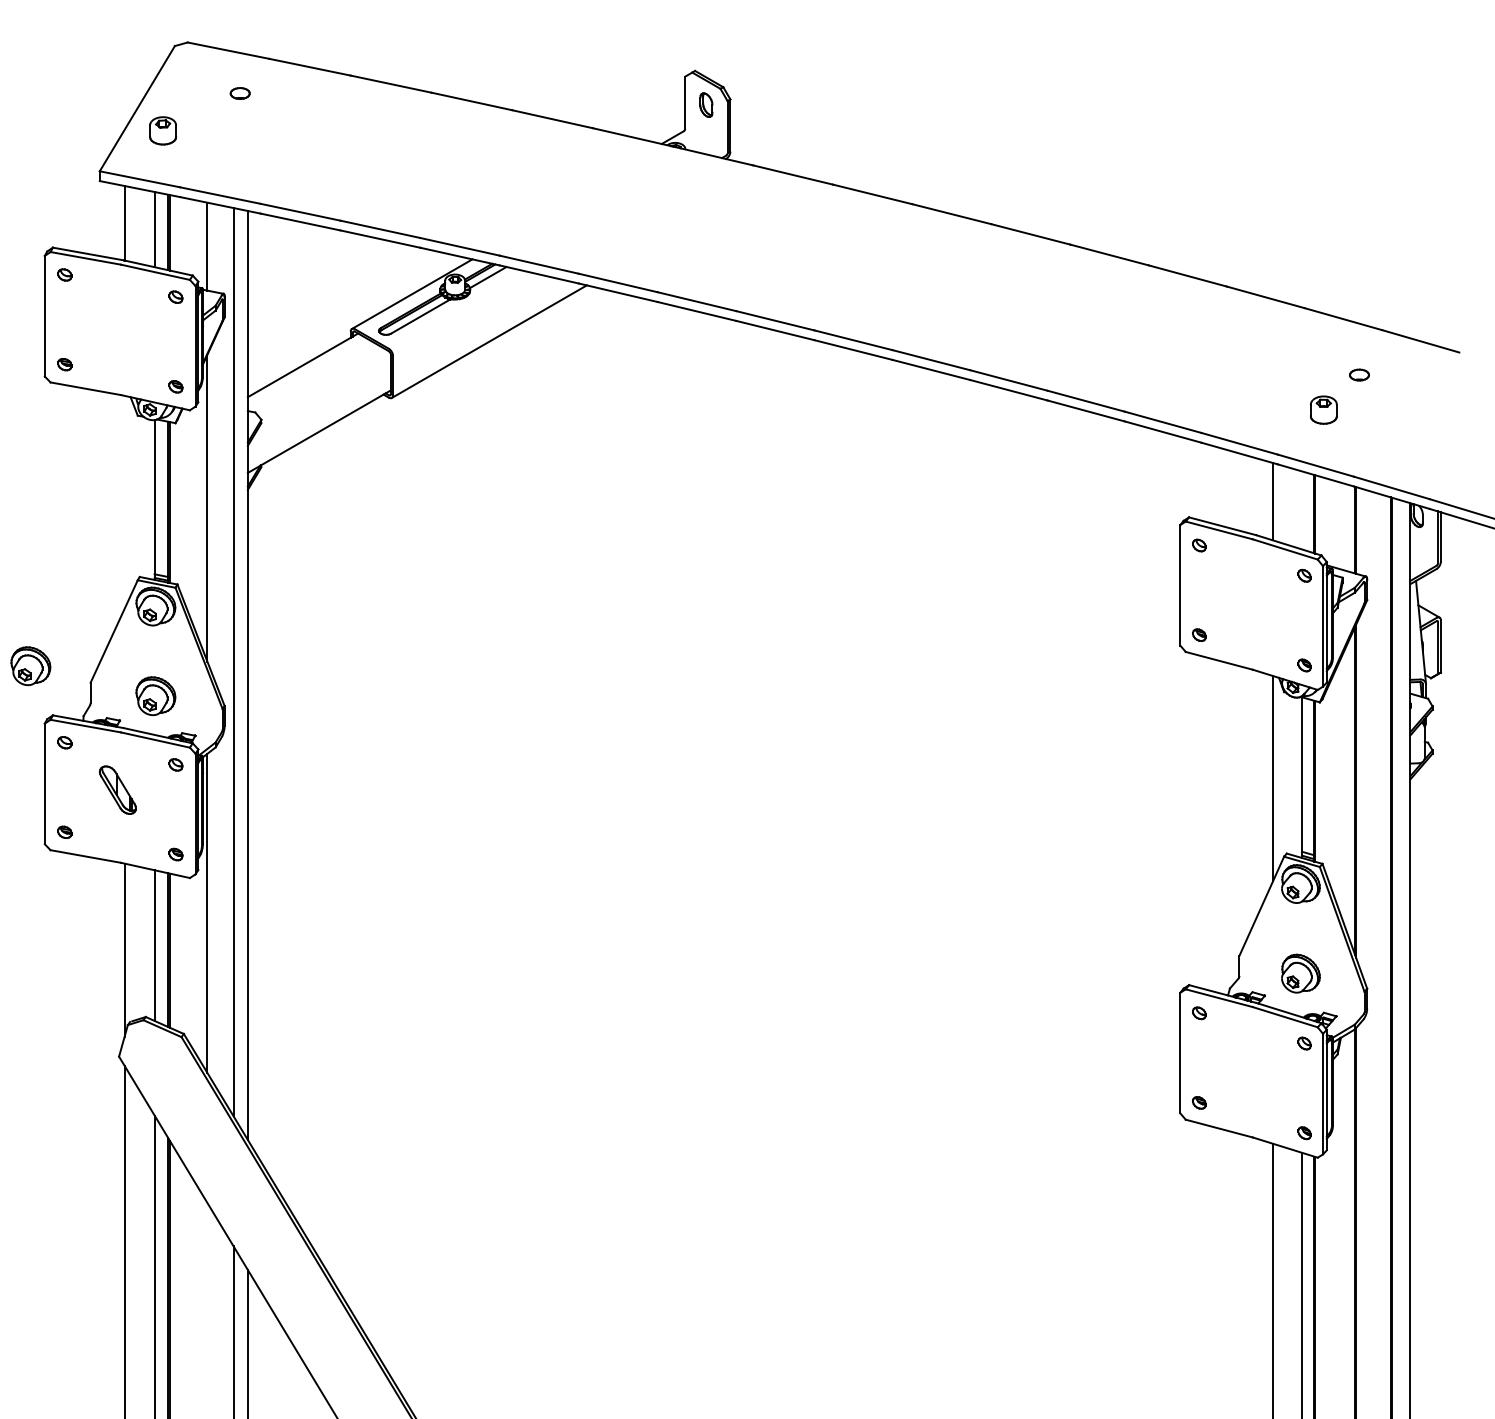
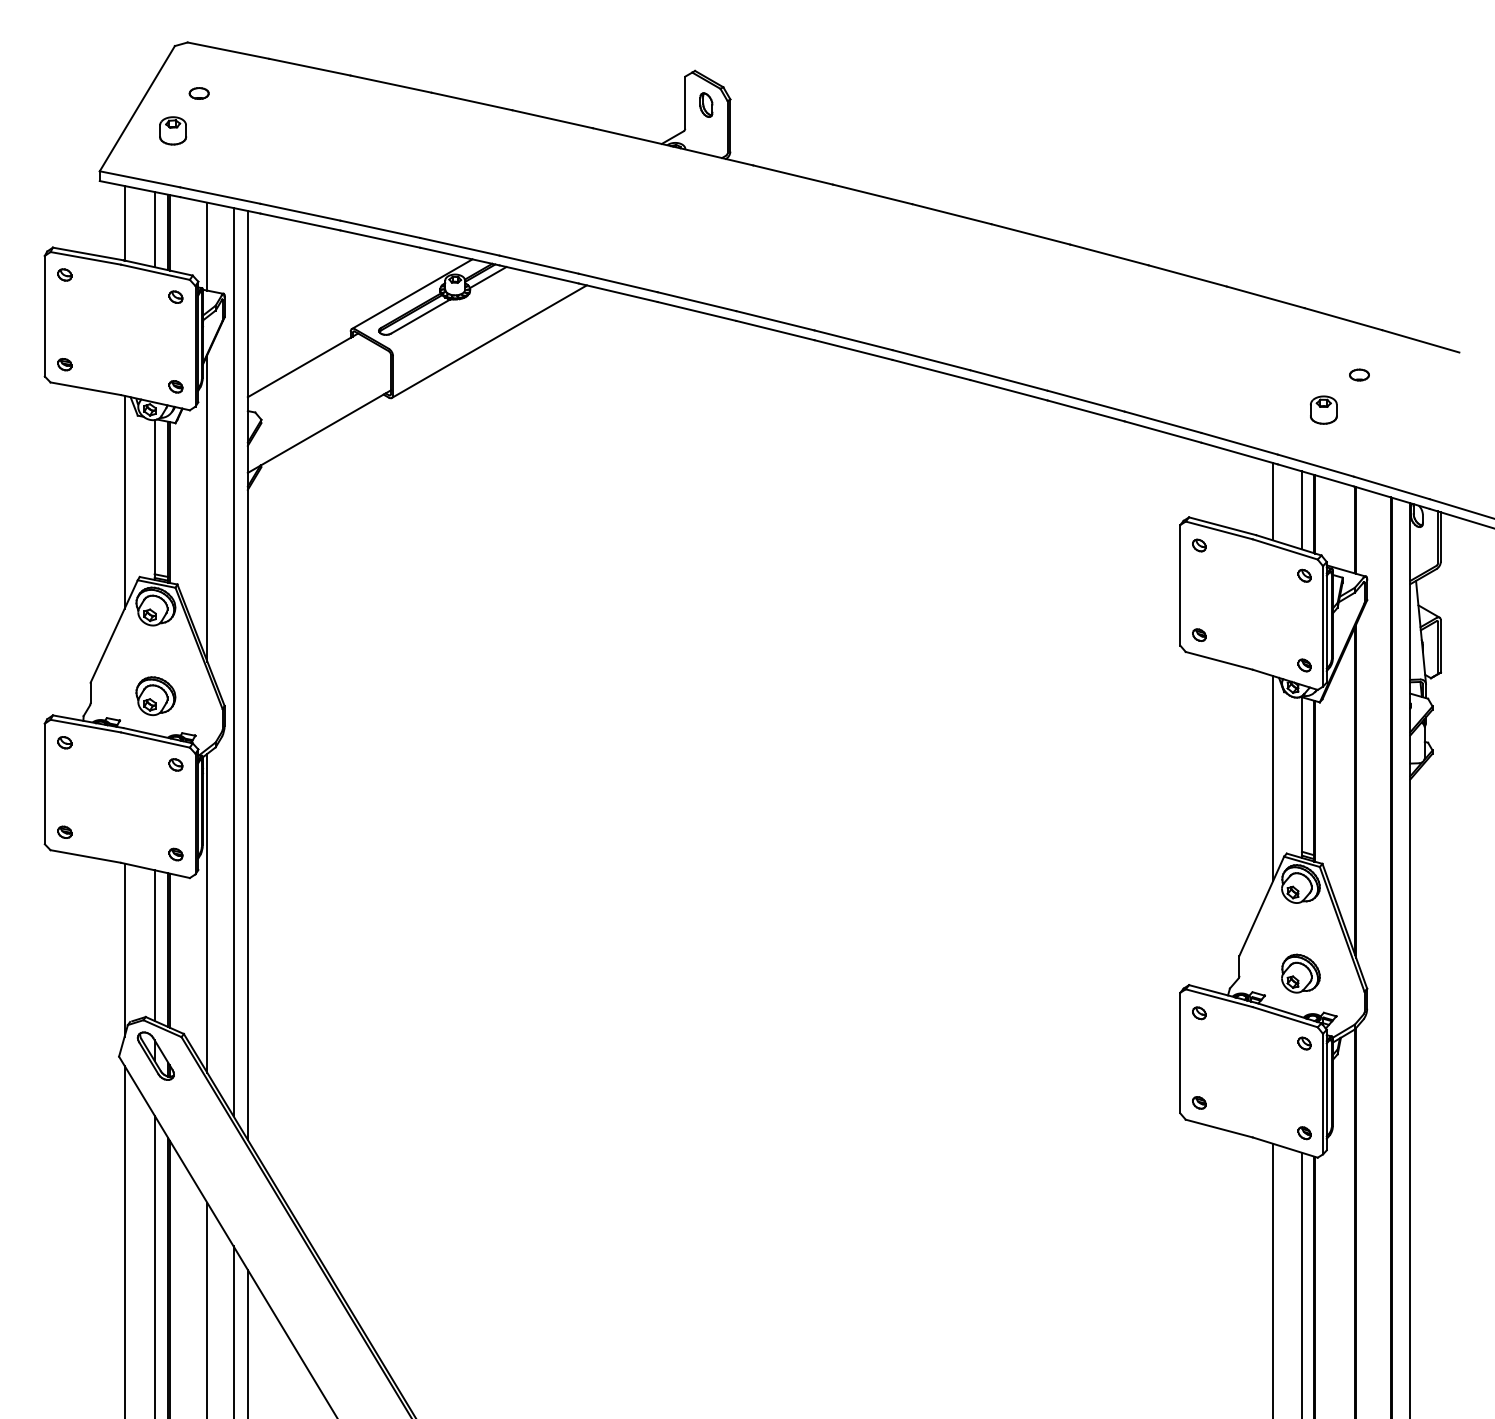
part at (239, 93) position: (239, 93) -> (198, 93)
part at (163, 130) position: (163, 130) -> (173, 130)
line at (124, 502): none -> present
line at (1301, 510): none -> present
part at (30, 666): present -> none
part at (117, 789) position: (117, 789) -> (155, 1055)
line at (207, 1309): none -> present
